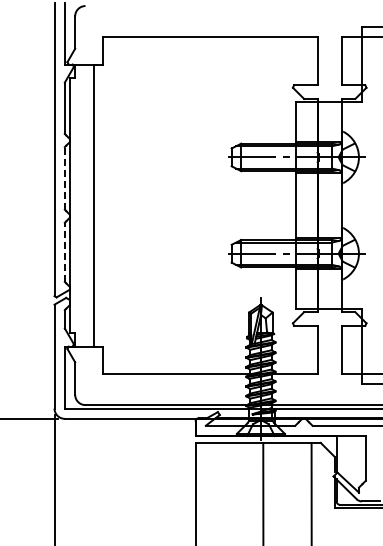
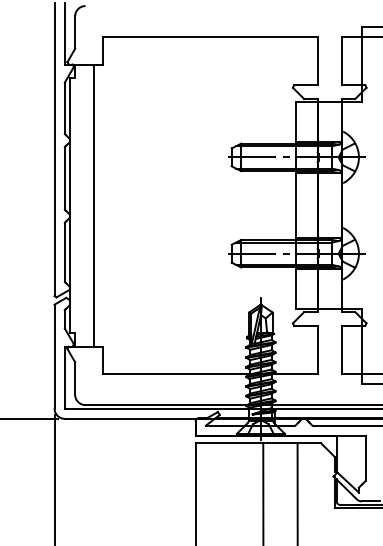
line at (64, 177): dashed -> solid
line at (64, 252): dashed -> solid
line at (311, 492) position: (311, 492) -> (297, 492)
